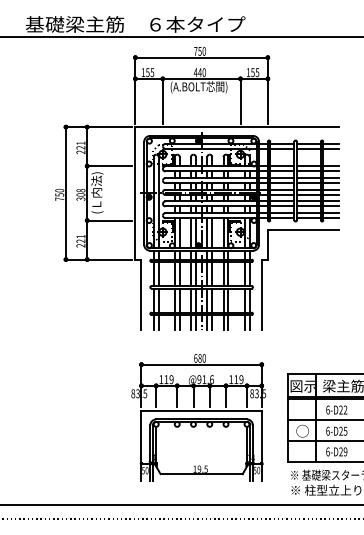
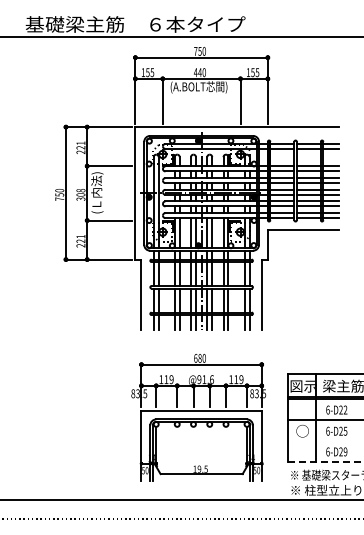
line at (323, 441): present -> none
line at (325, 462): solid -> dashed
line at (181, 504) position: (181, 504) -> (181, 499)
